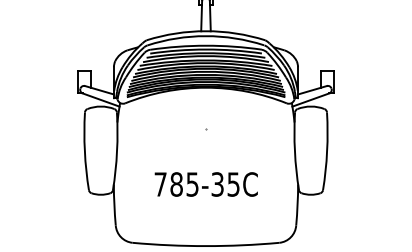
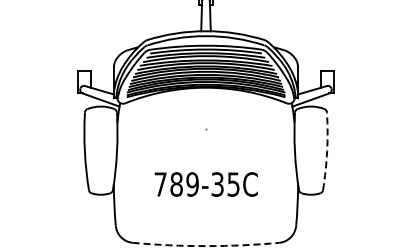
arc at (327, 151): solid -> dashed
text at (192, 184): 785-35C -> 789-35C
arc at (205, 246): solid -> dashed
